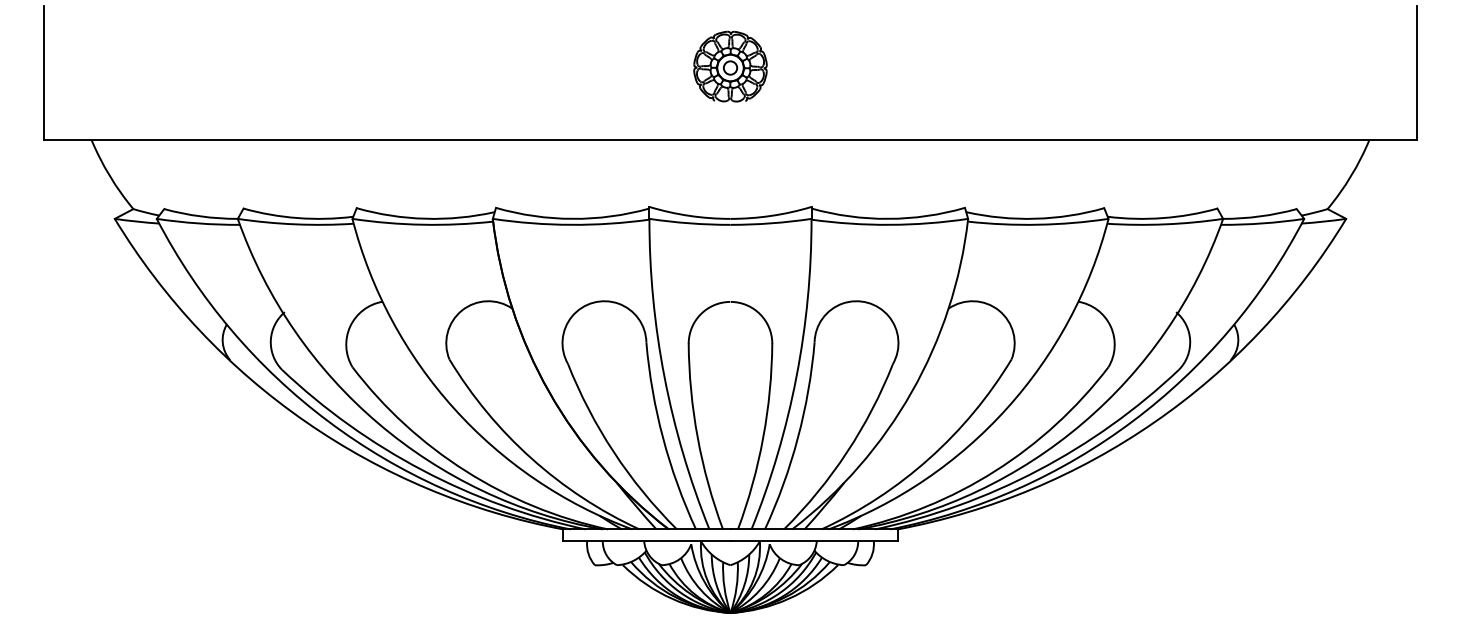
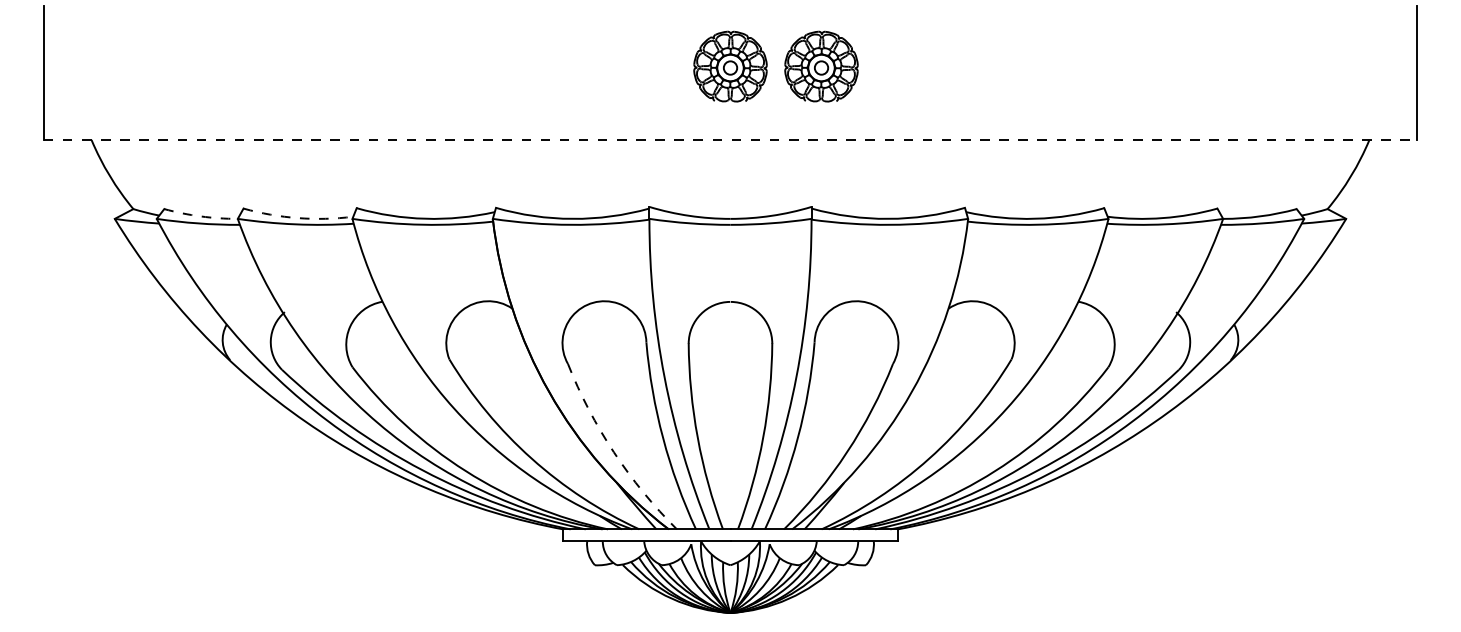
part at (821, 66): none -> present
line at (730, 140): solid -> dashed
arc at (200, 216): solid -> dashed
arc at (298, 218): solid -> dashed
arc at (613, 452): solid -> dashed
